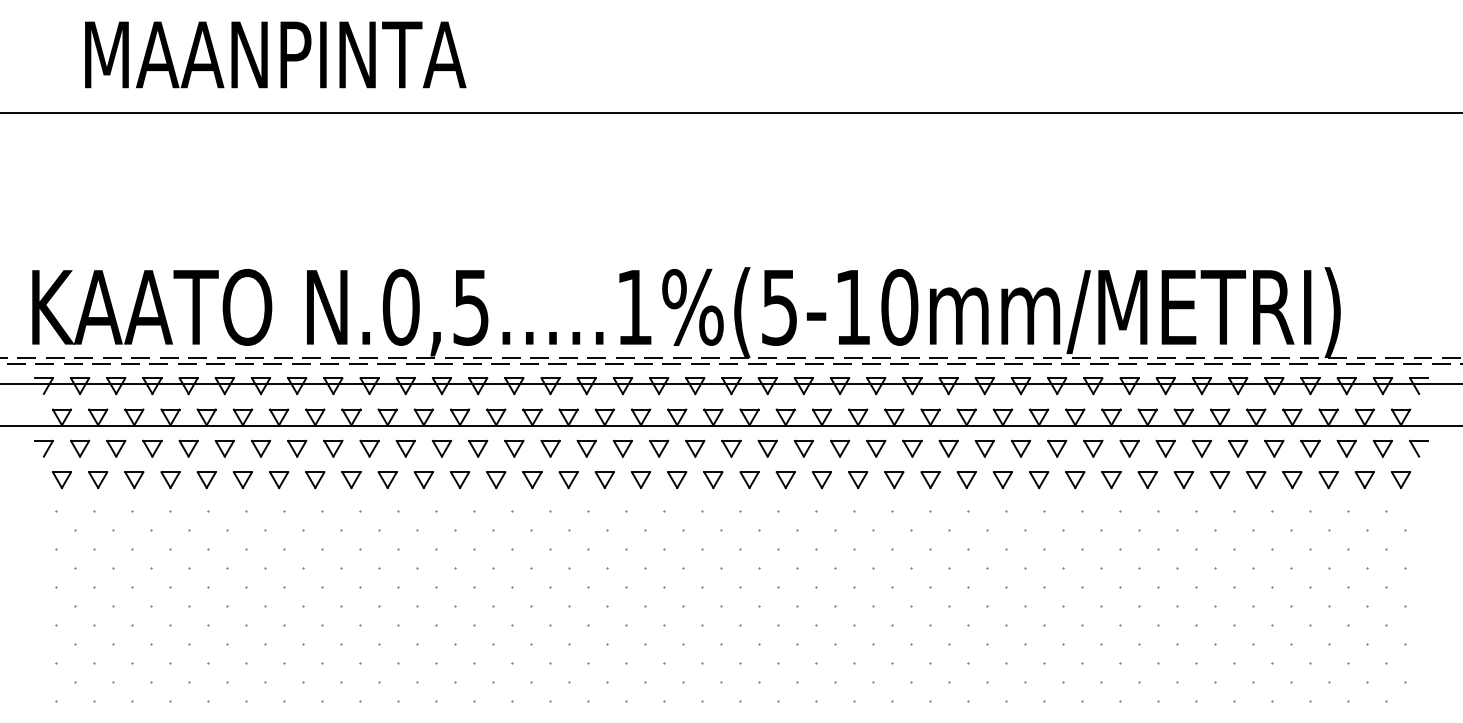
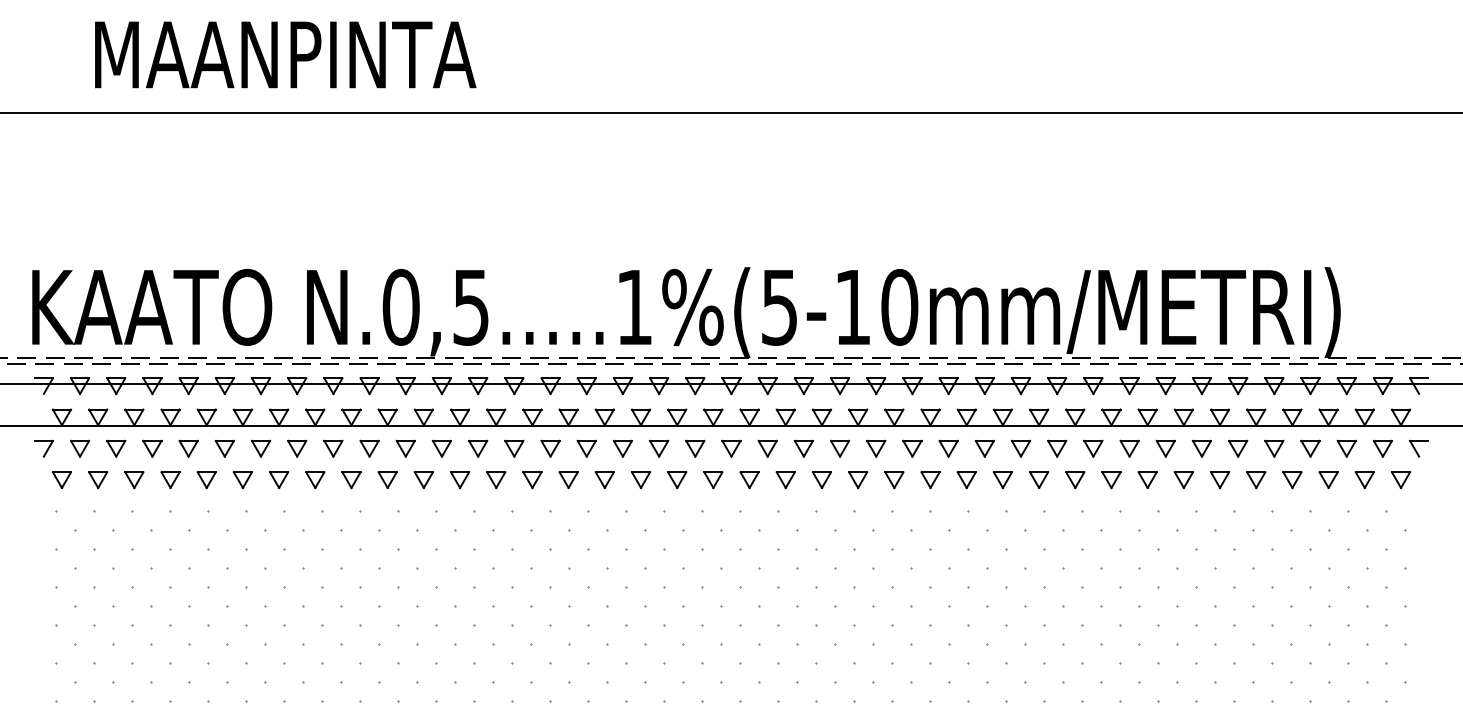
text at (275, 54) position: (275, 54) -> (285, 54)
